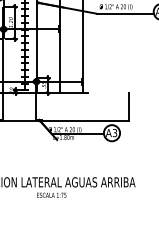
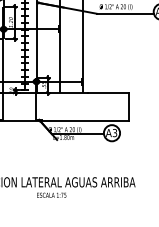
line at (108, 93): none -> present
